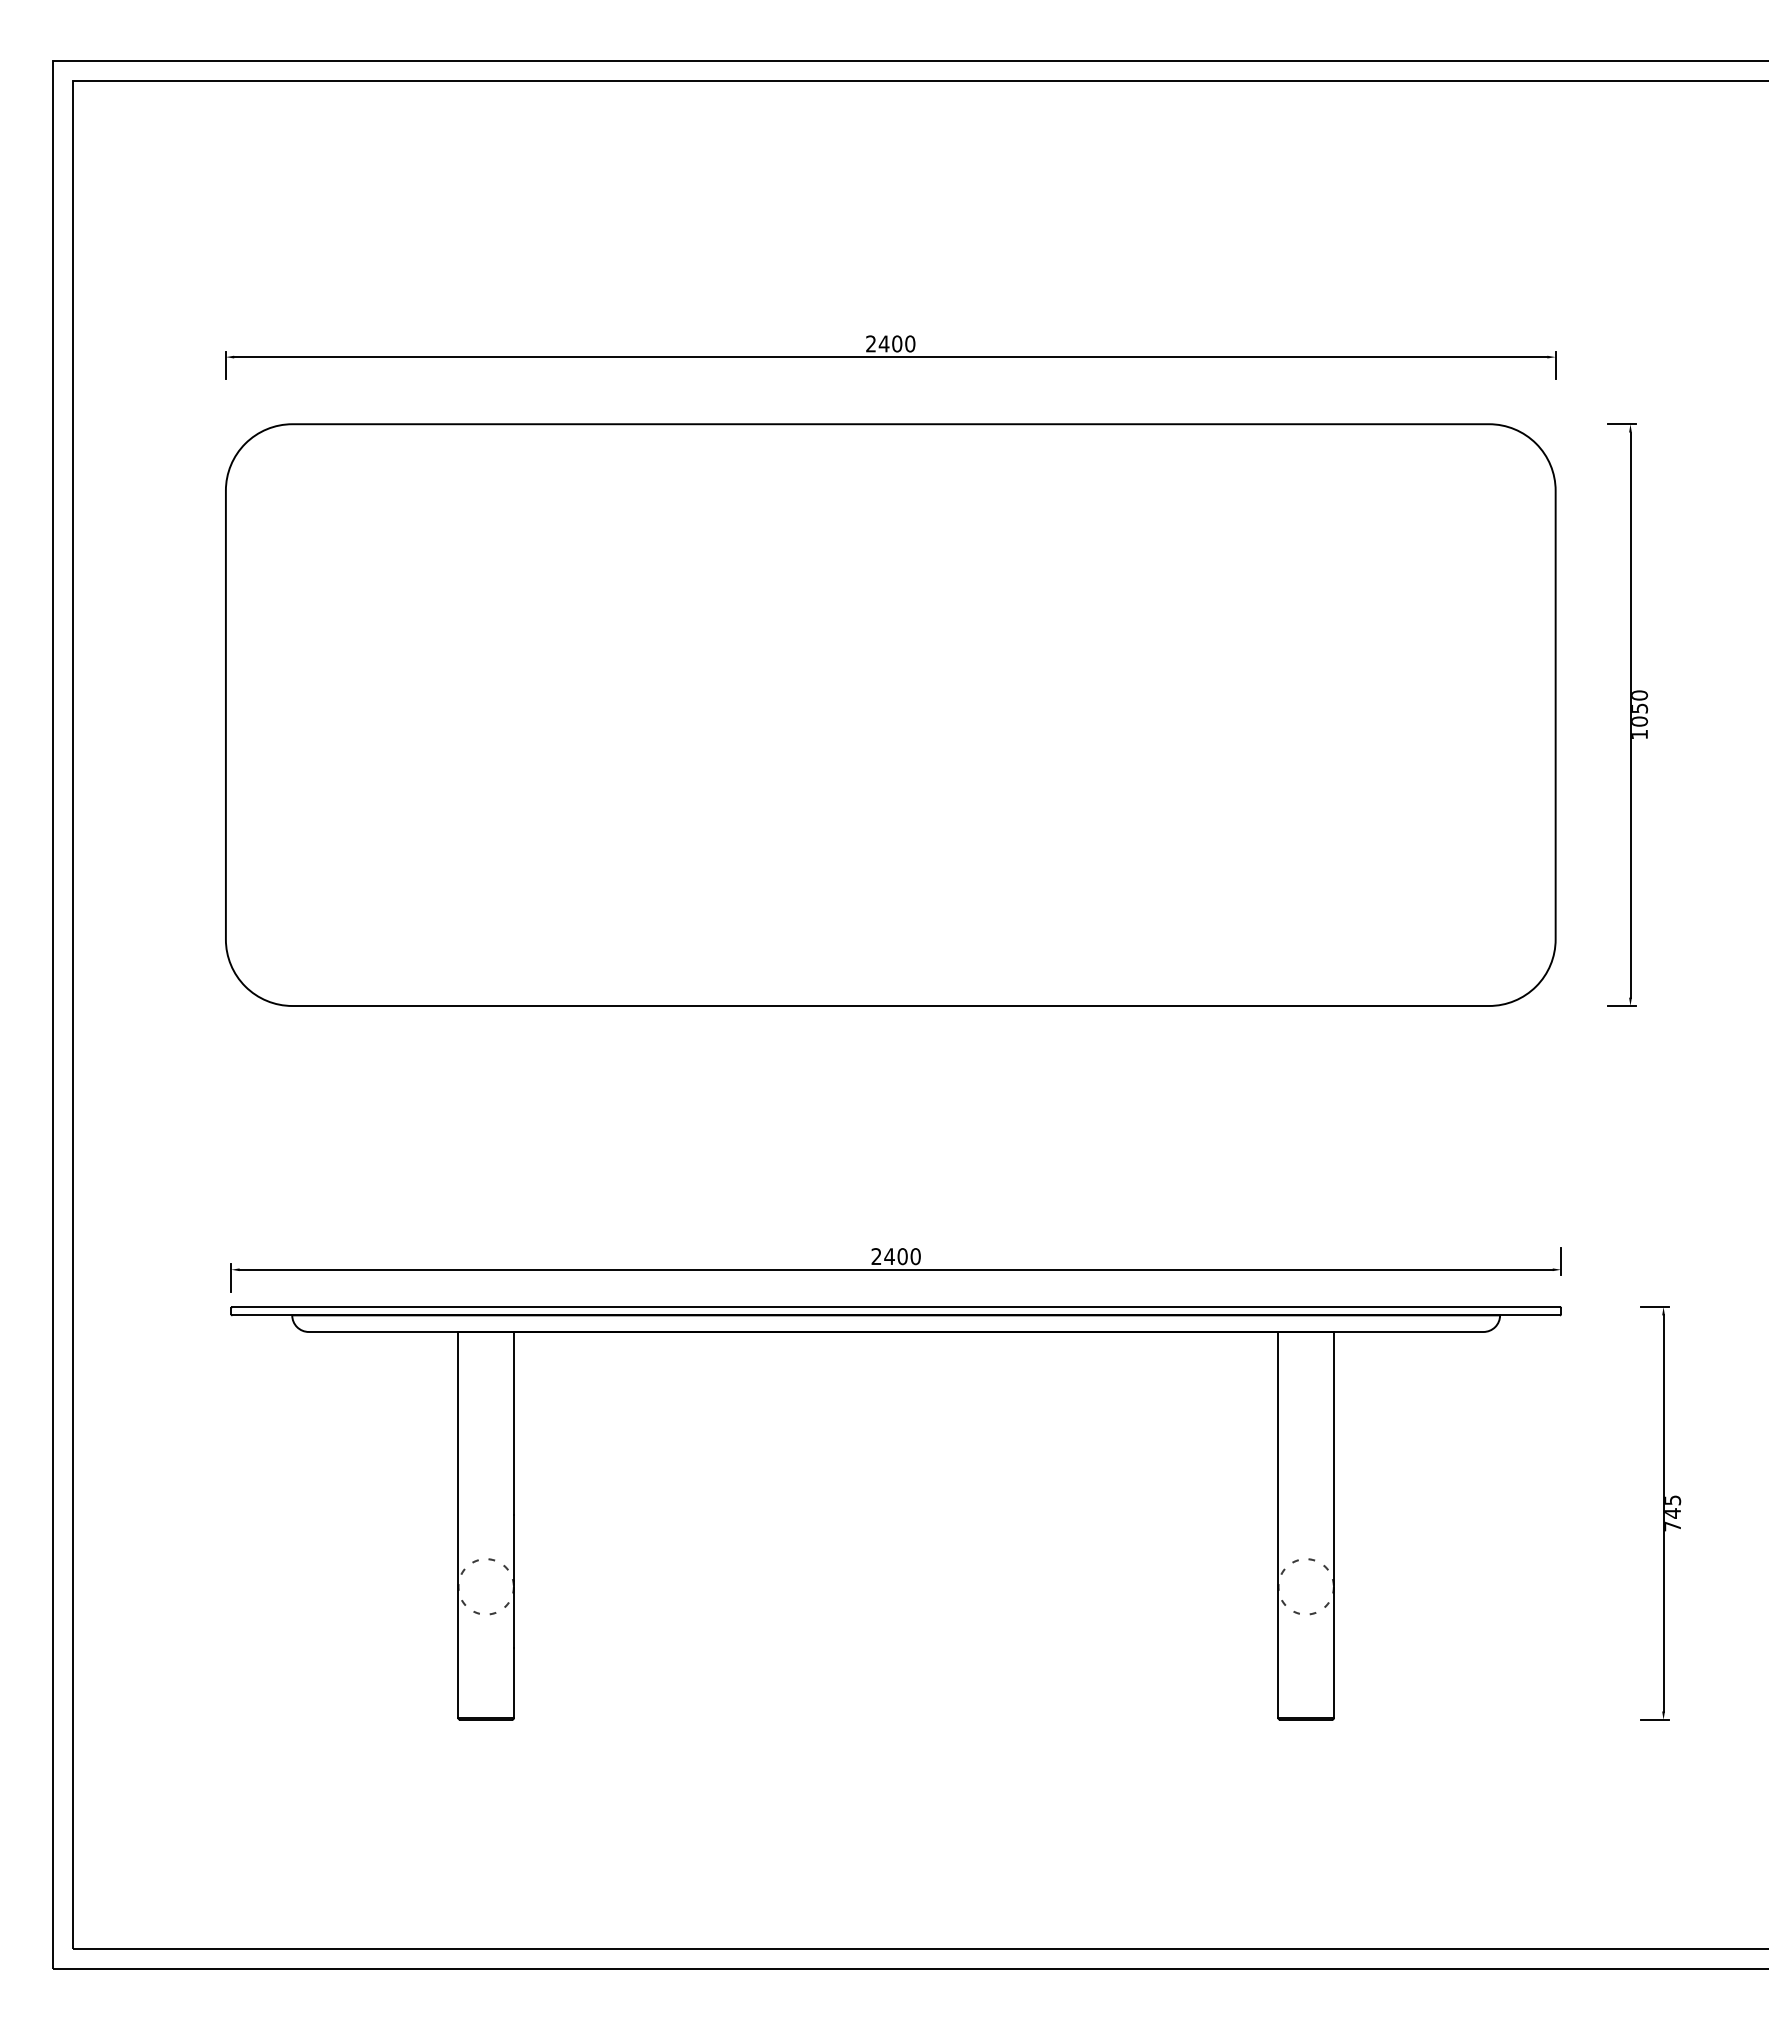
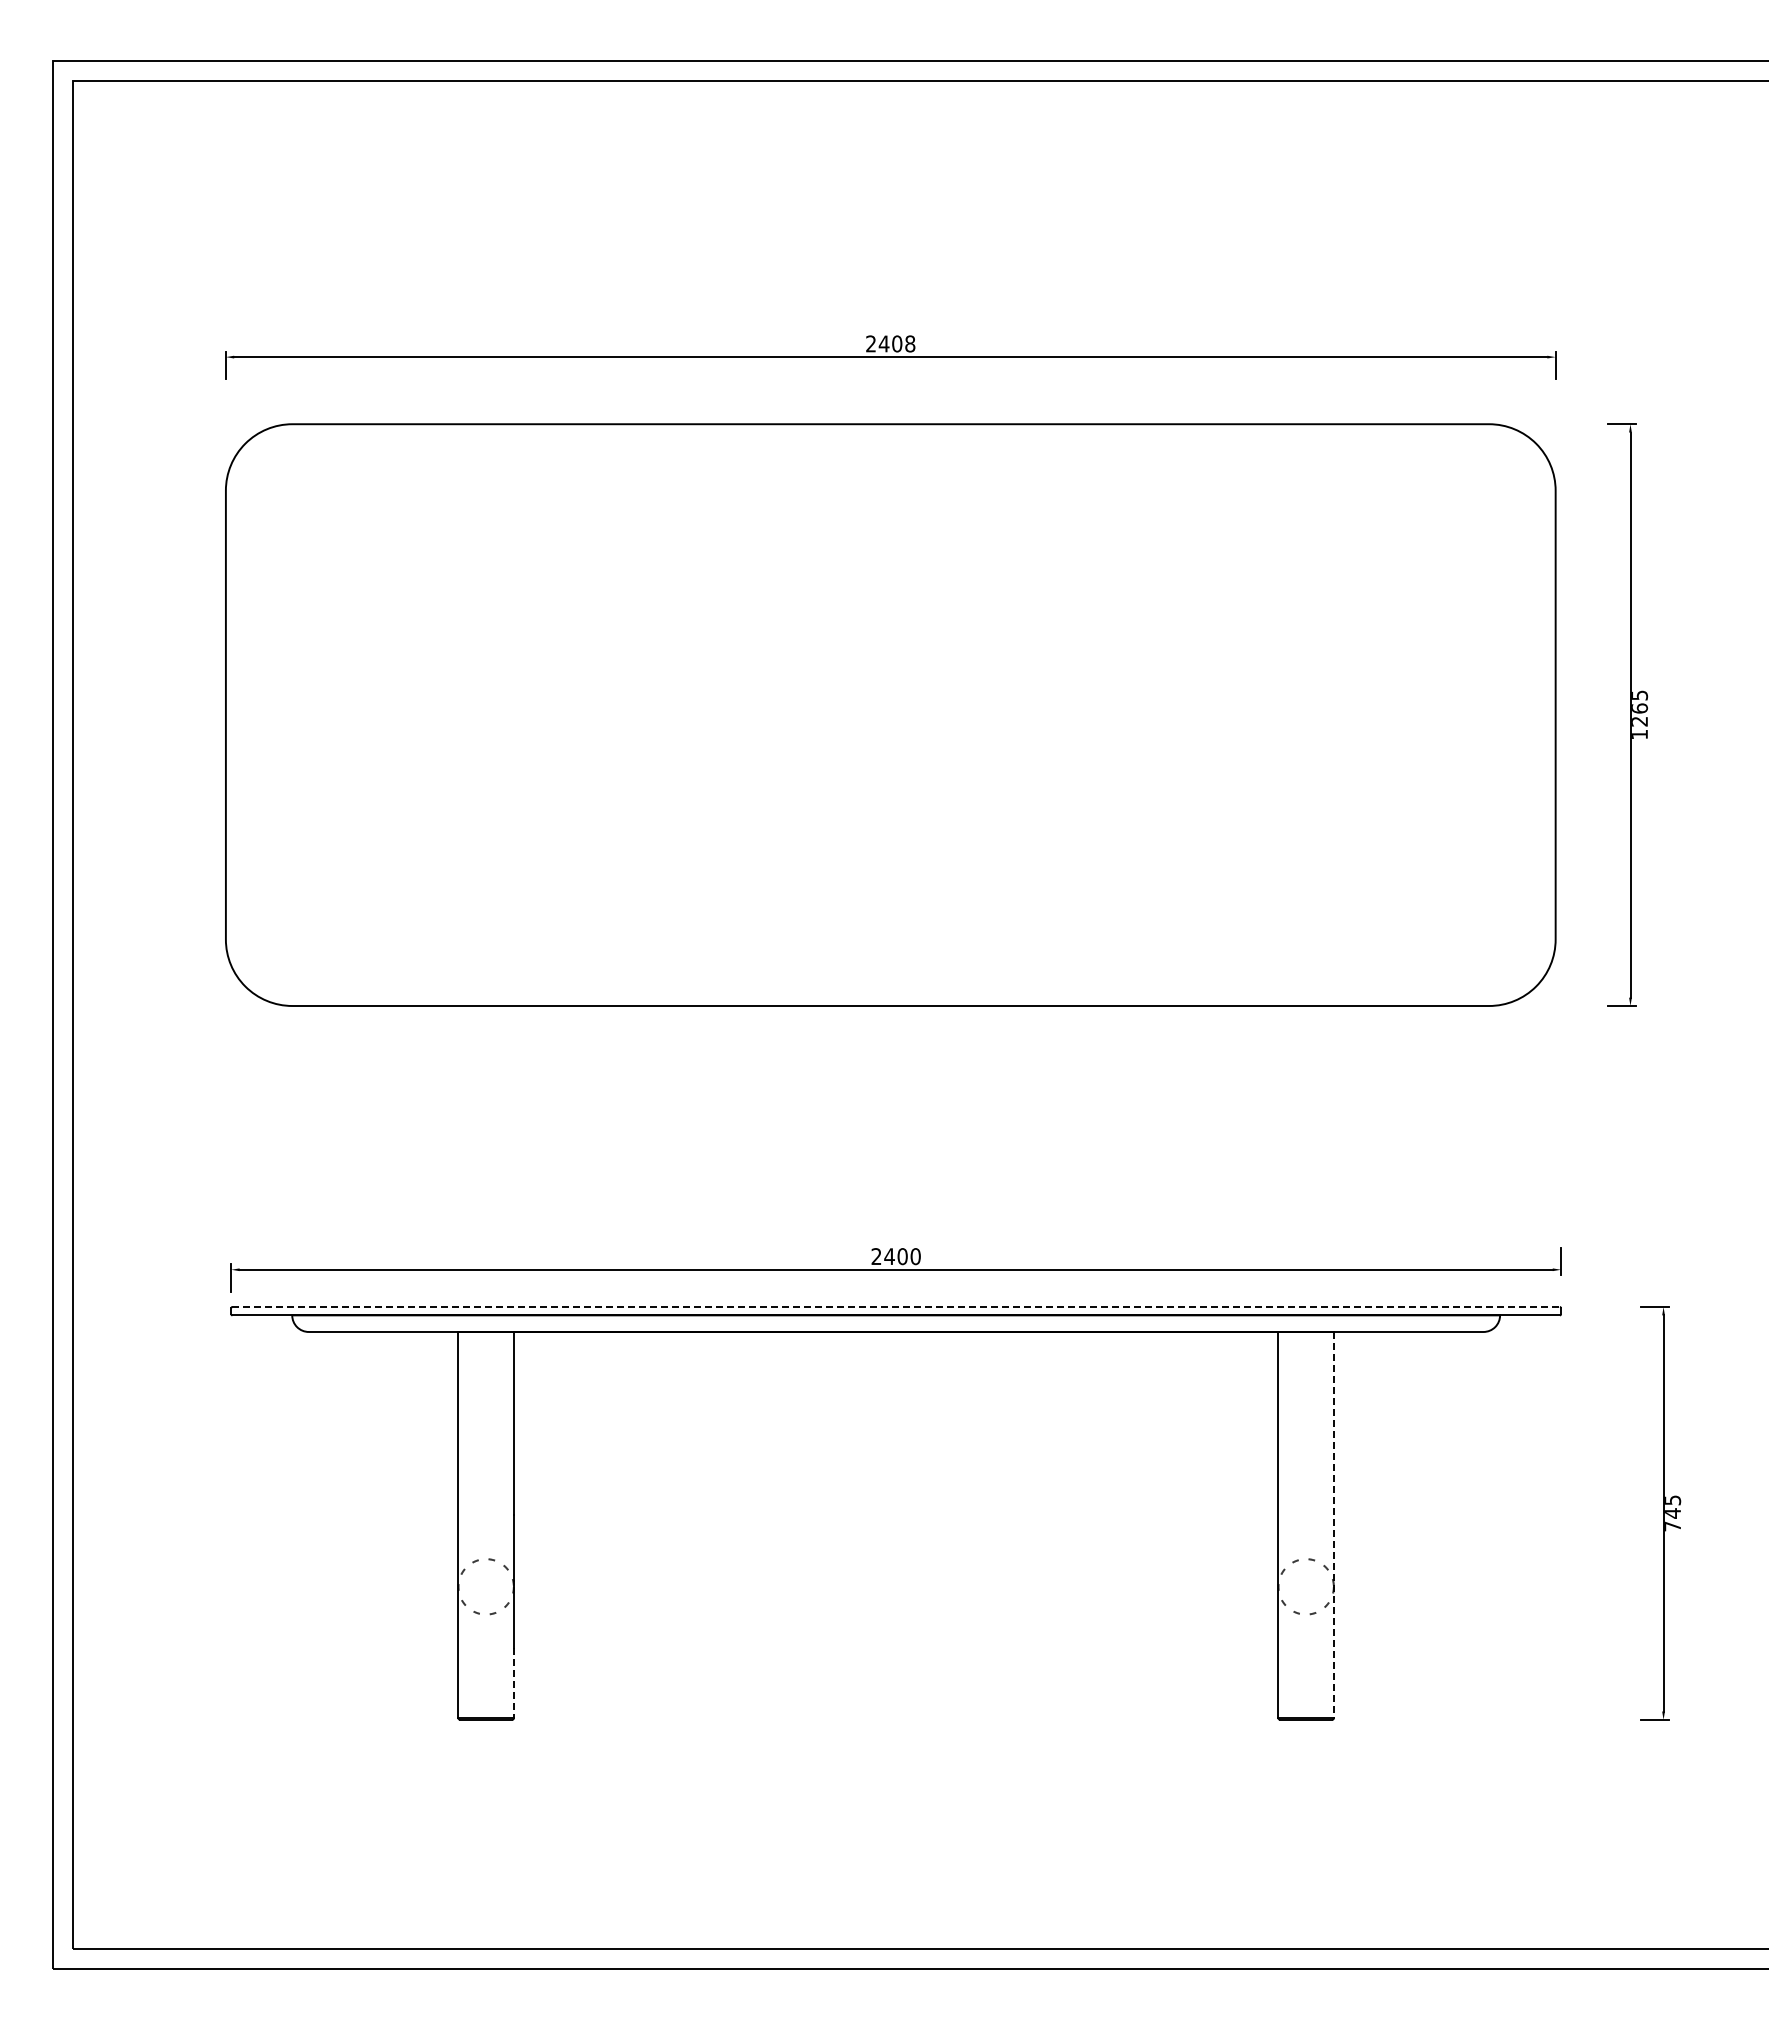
text at (910, 343): 2400 -> 2408
text at (1640, 708): 1050 -> 1265
line at (896, 1307): solid -> dashed
line at (1333, 1525): solid -> dashed
line at (513, 1683): solid -> dashed
